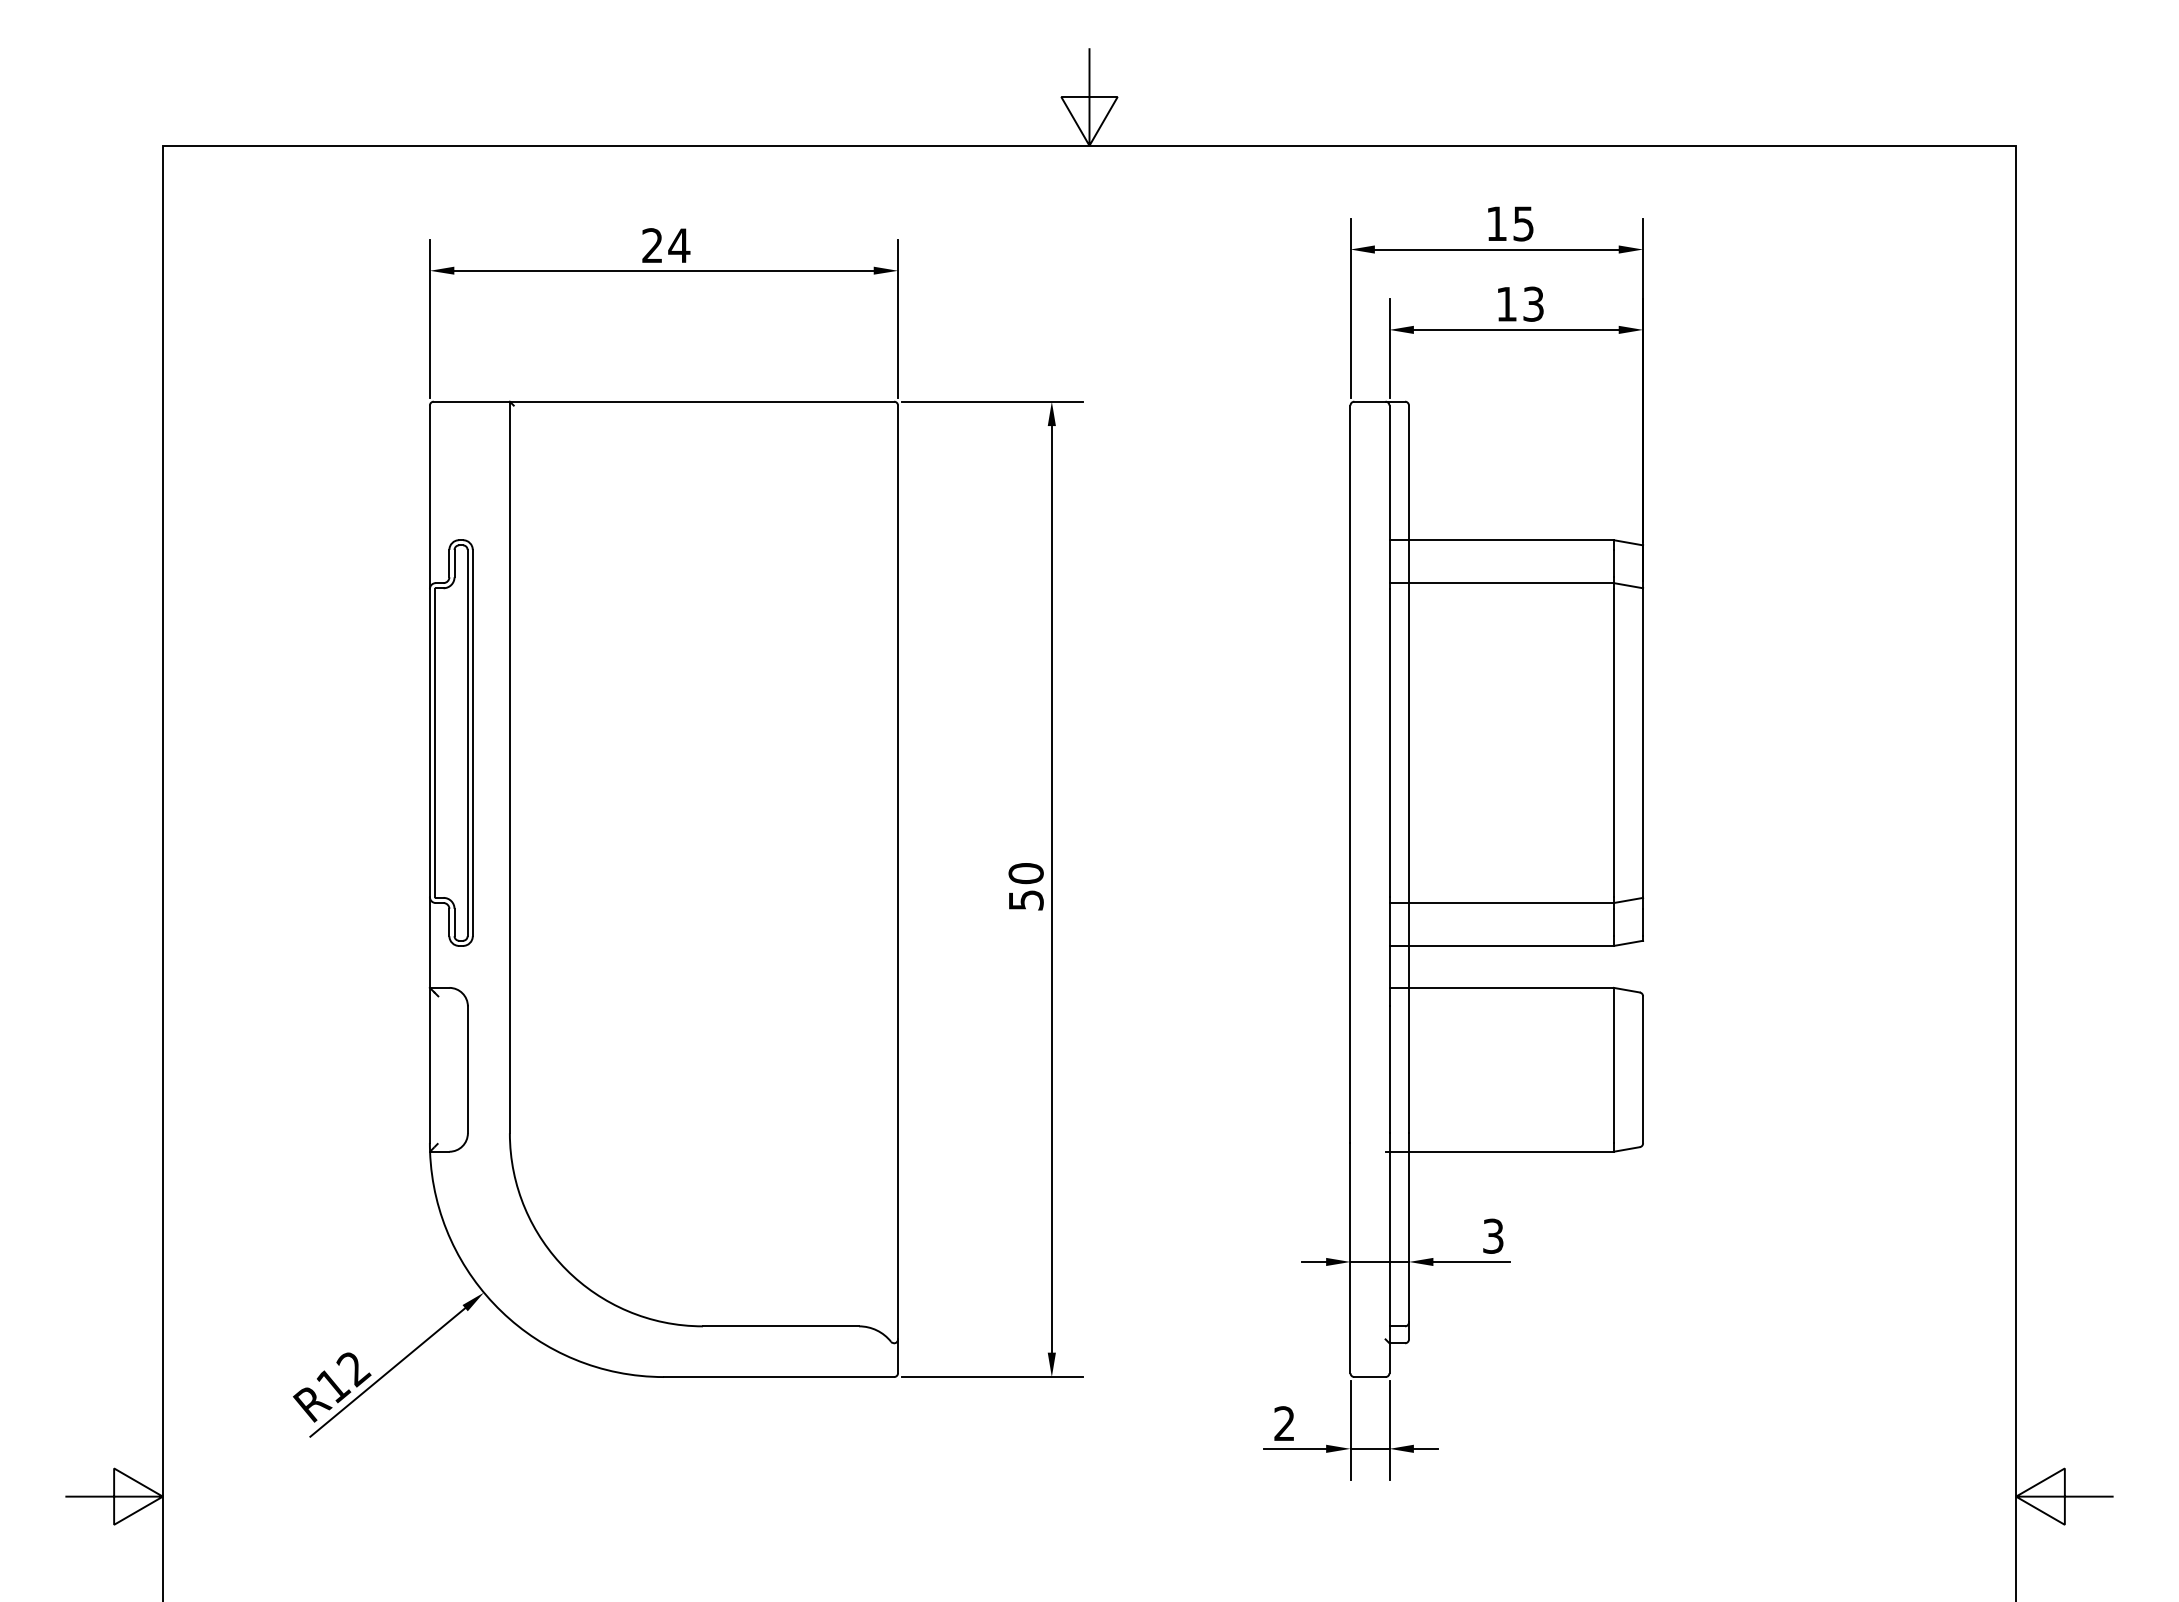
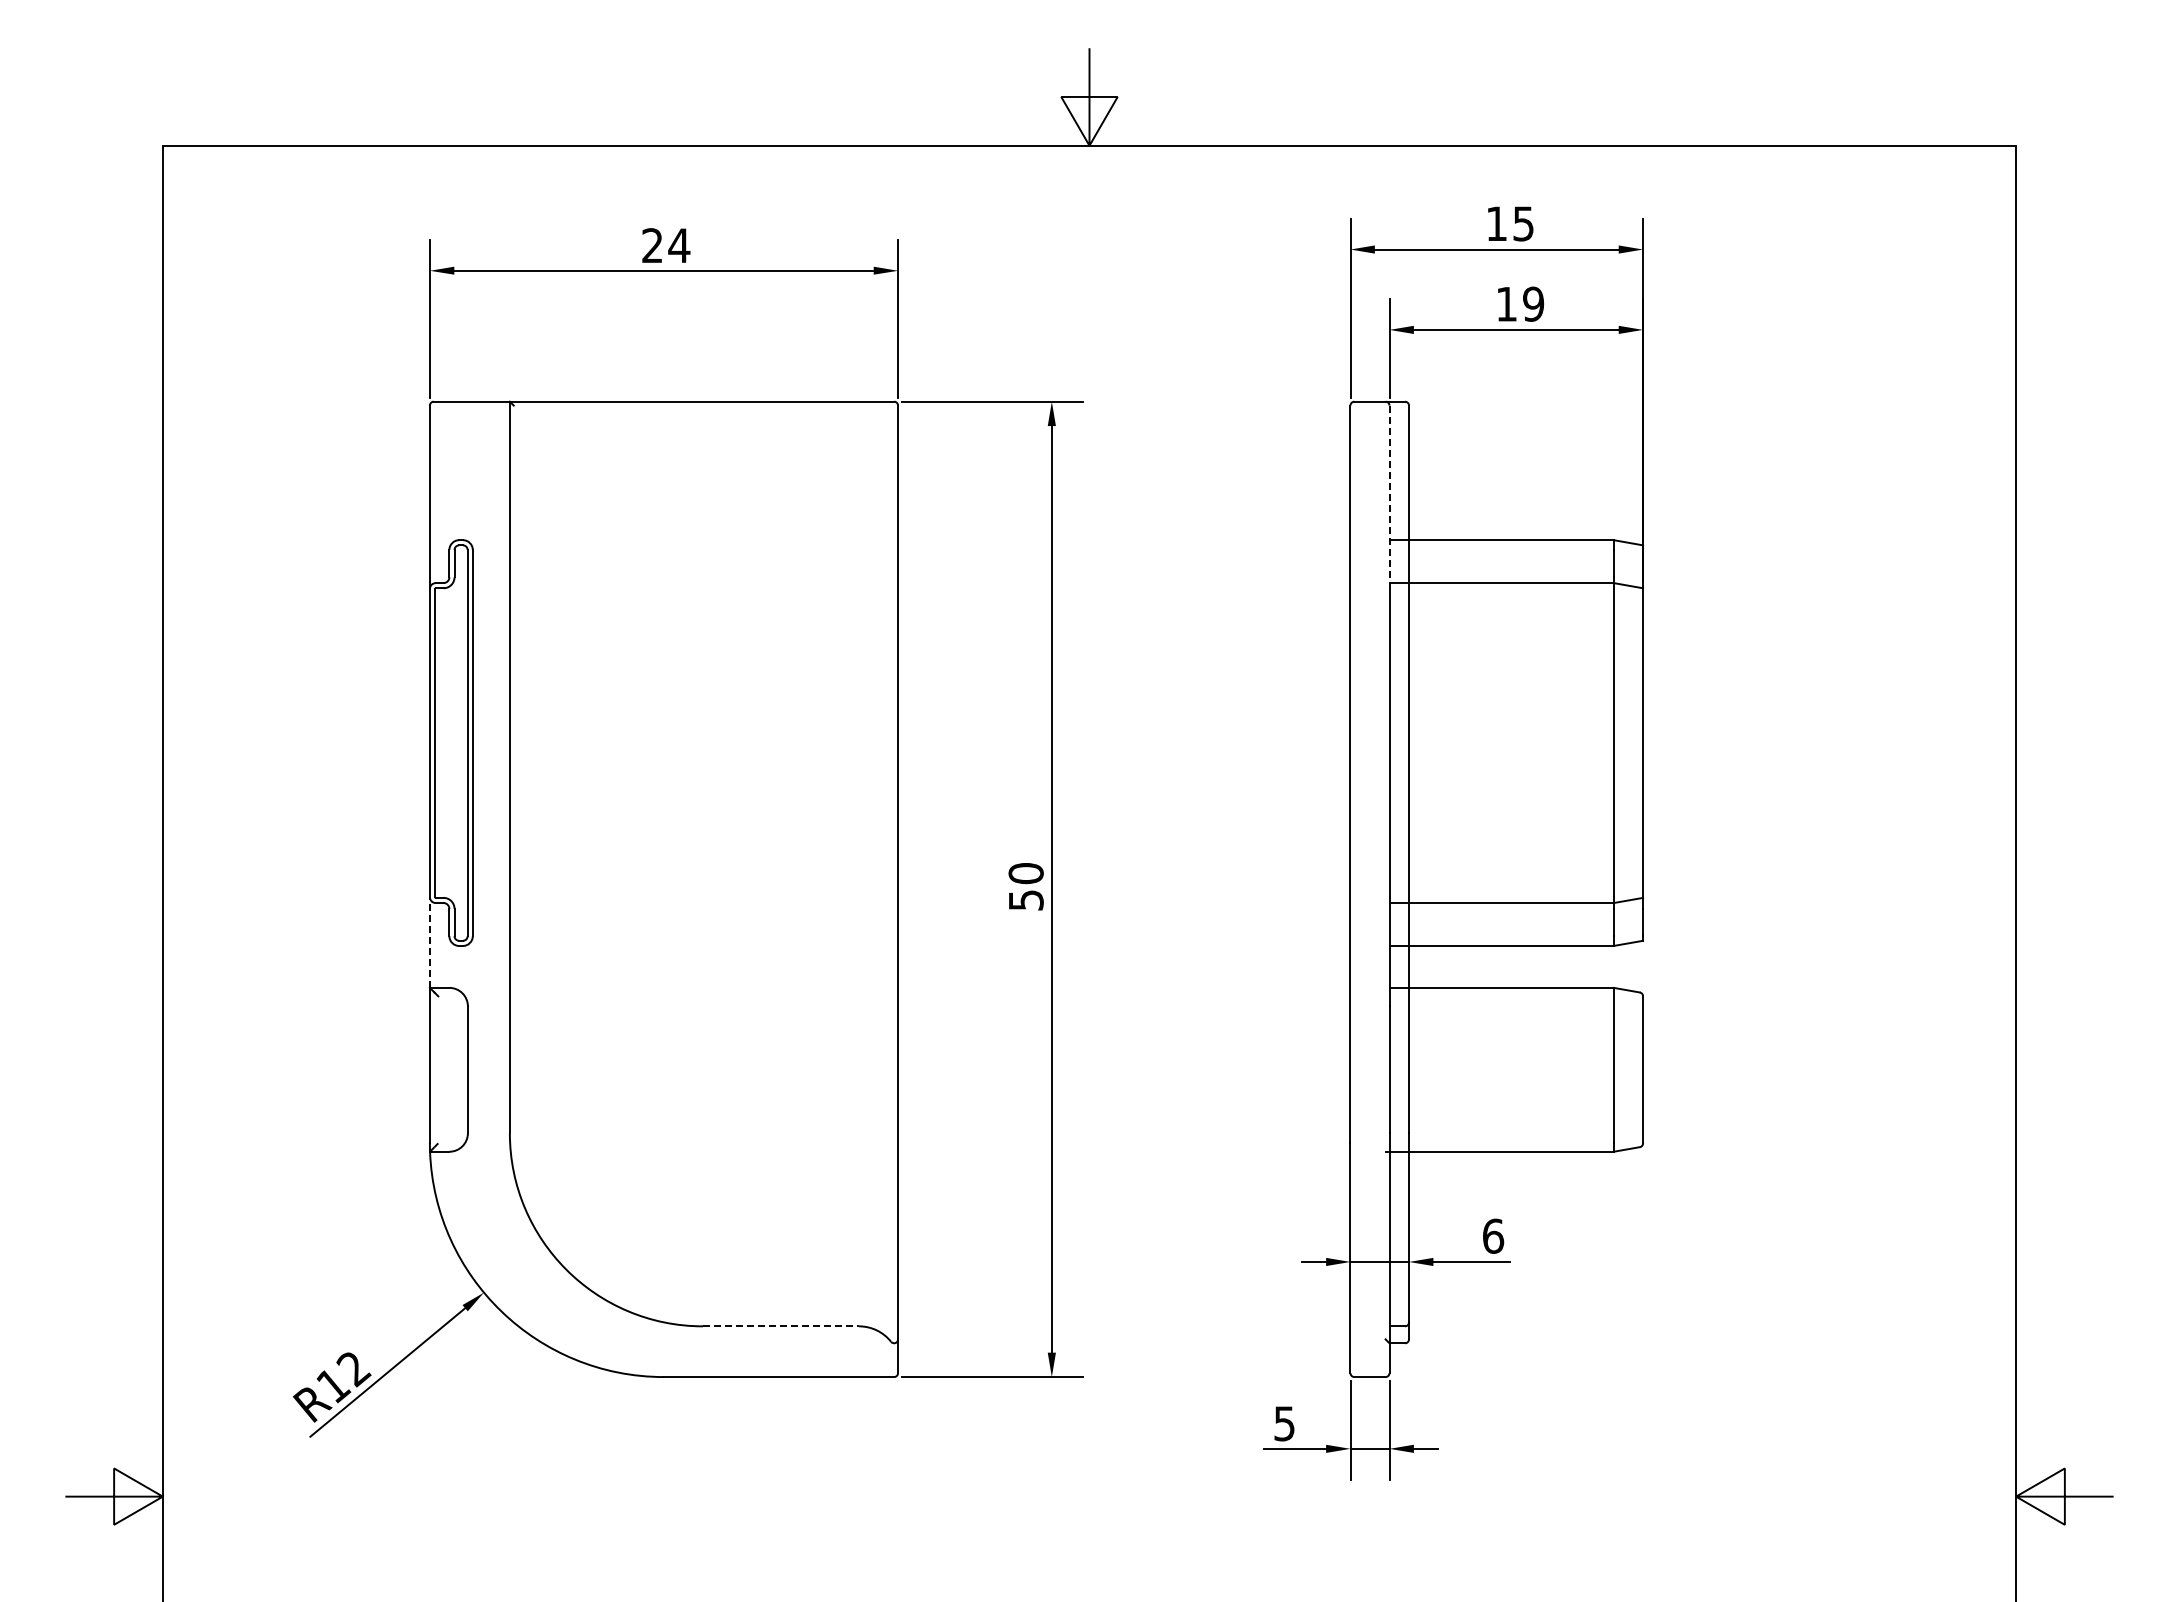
text at (1533, 303): 13 -> 19
line at (1389, 497): solid -> dashed
line at (429, 942): solid -> dashed
text at (1493, 1235): 3 -> 6
line at (781, 1326): solid -> dashed
text at (1284, 1423): 2 -> 5
